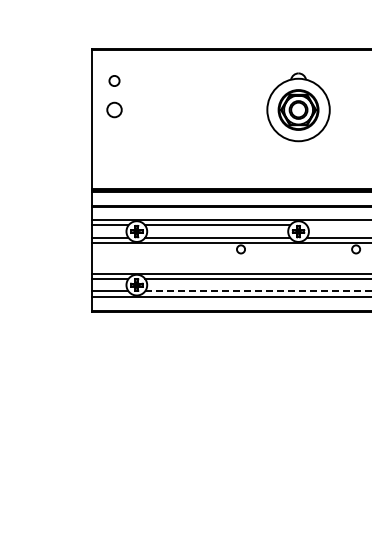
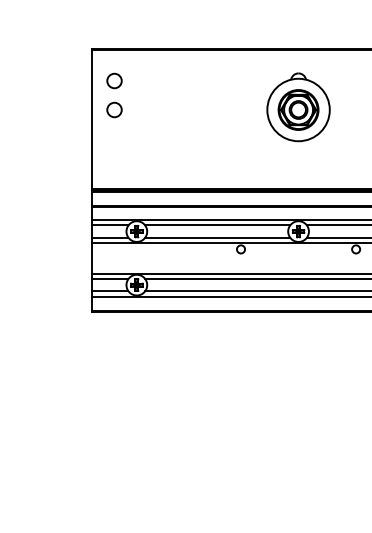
circle at (114, 80) size: 13x12 px -> 17x18 px
line at (337, 225): none -> present
line at (258, 291): dashed -> solid
